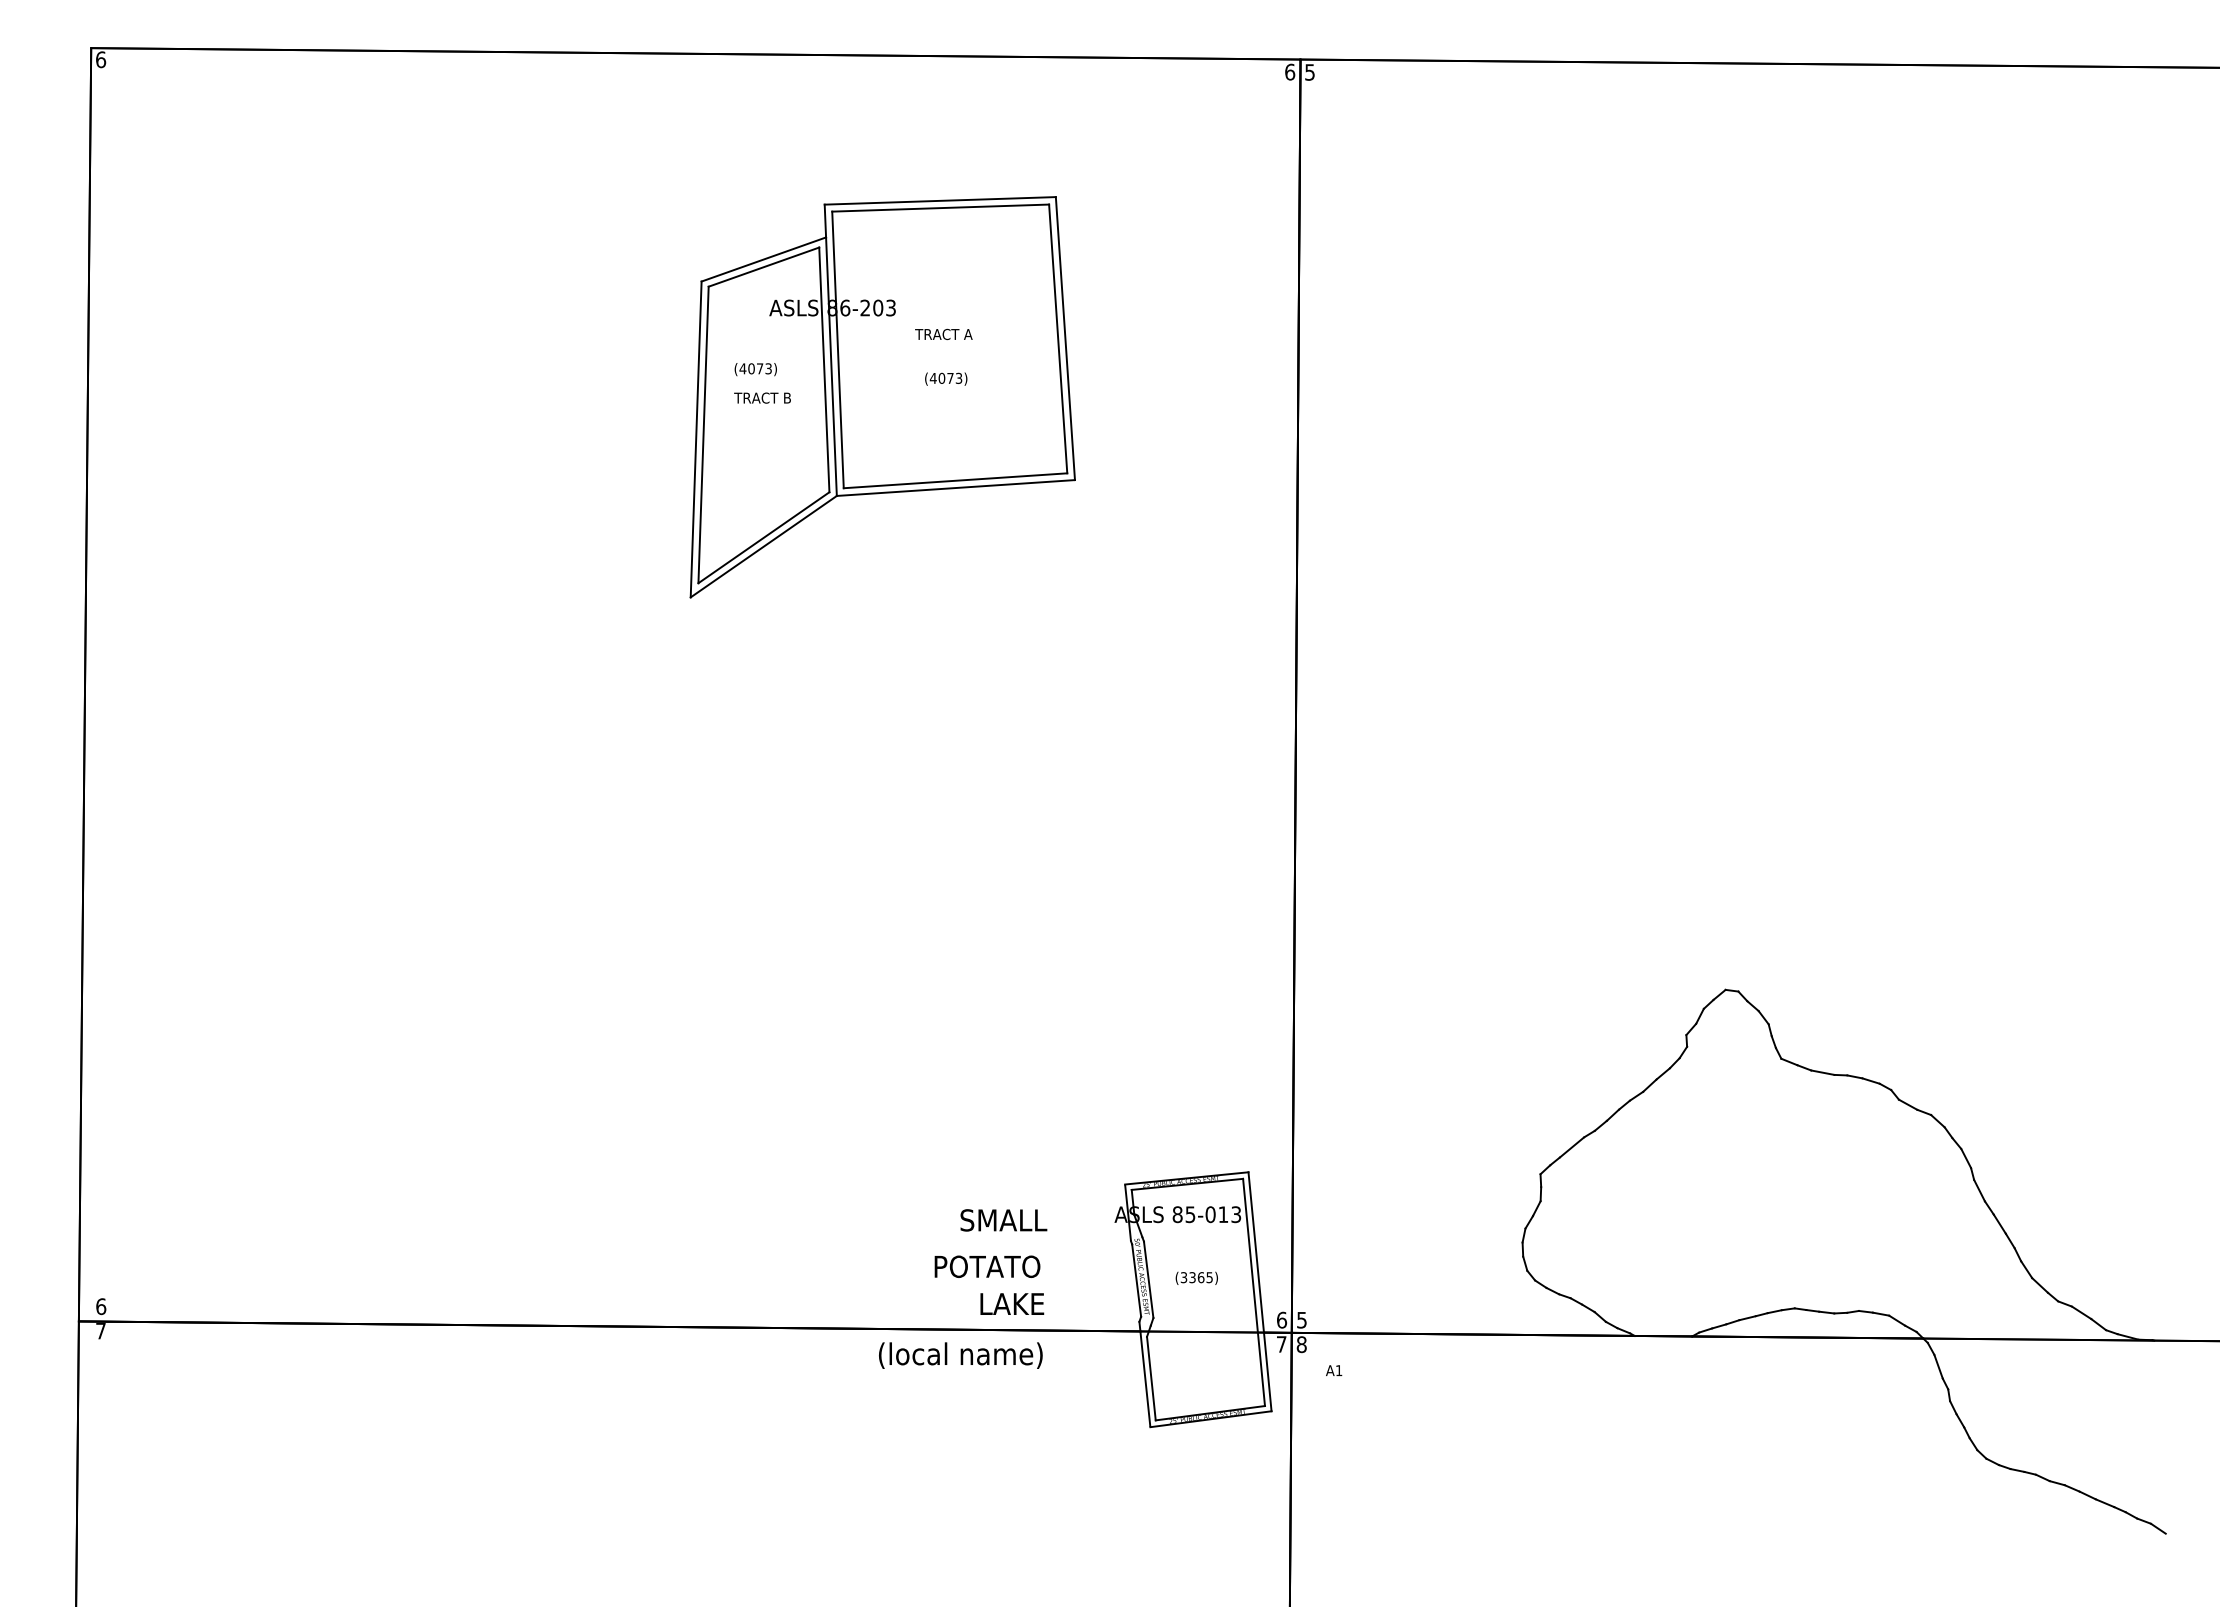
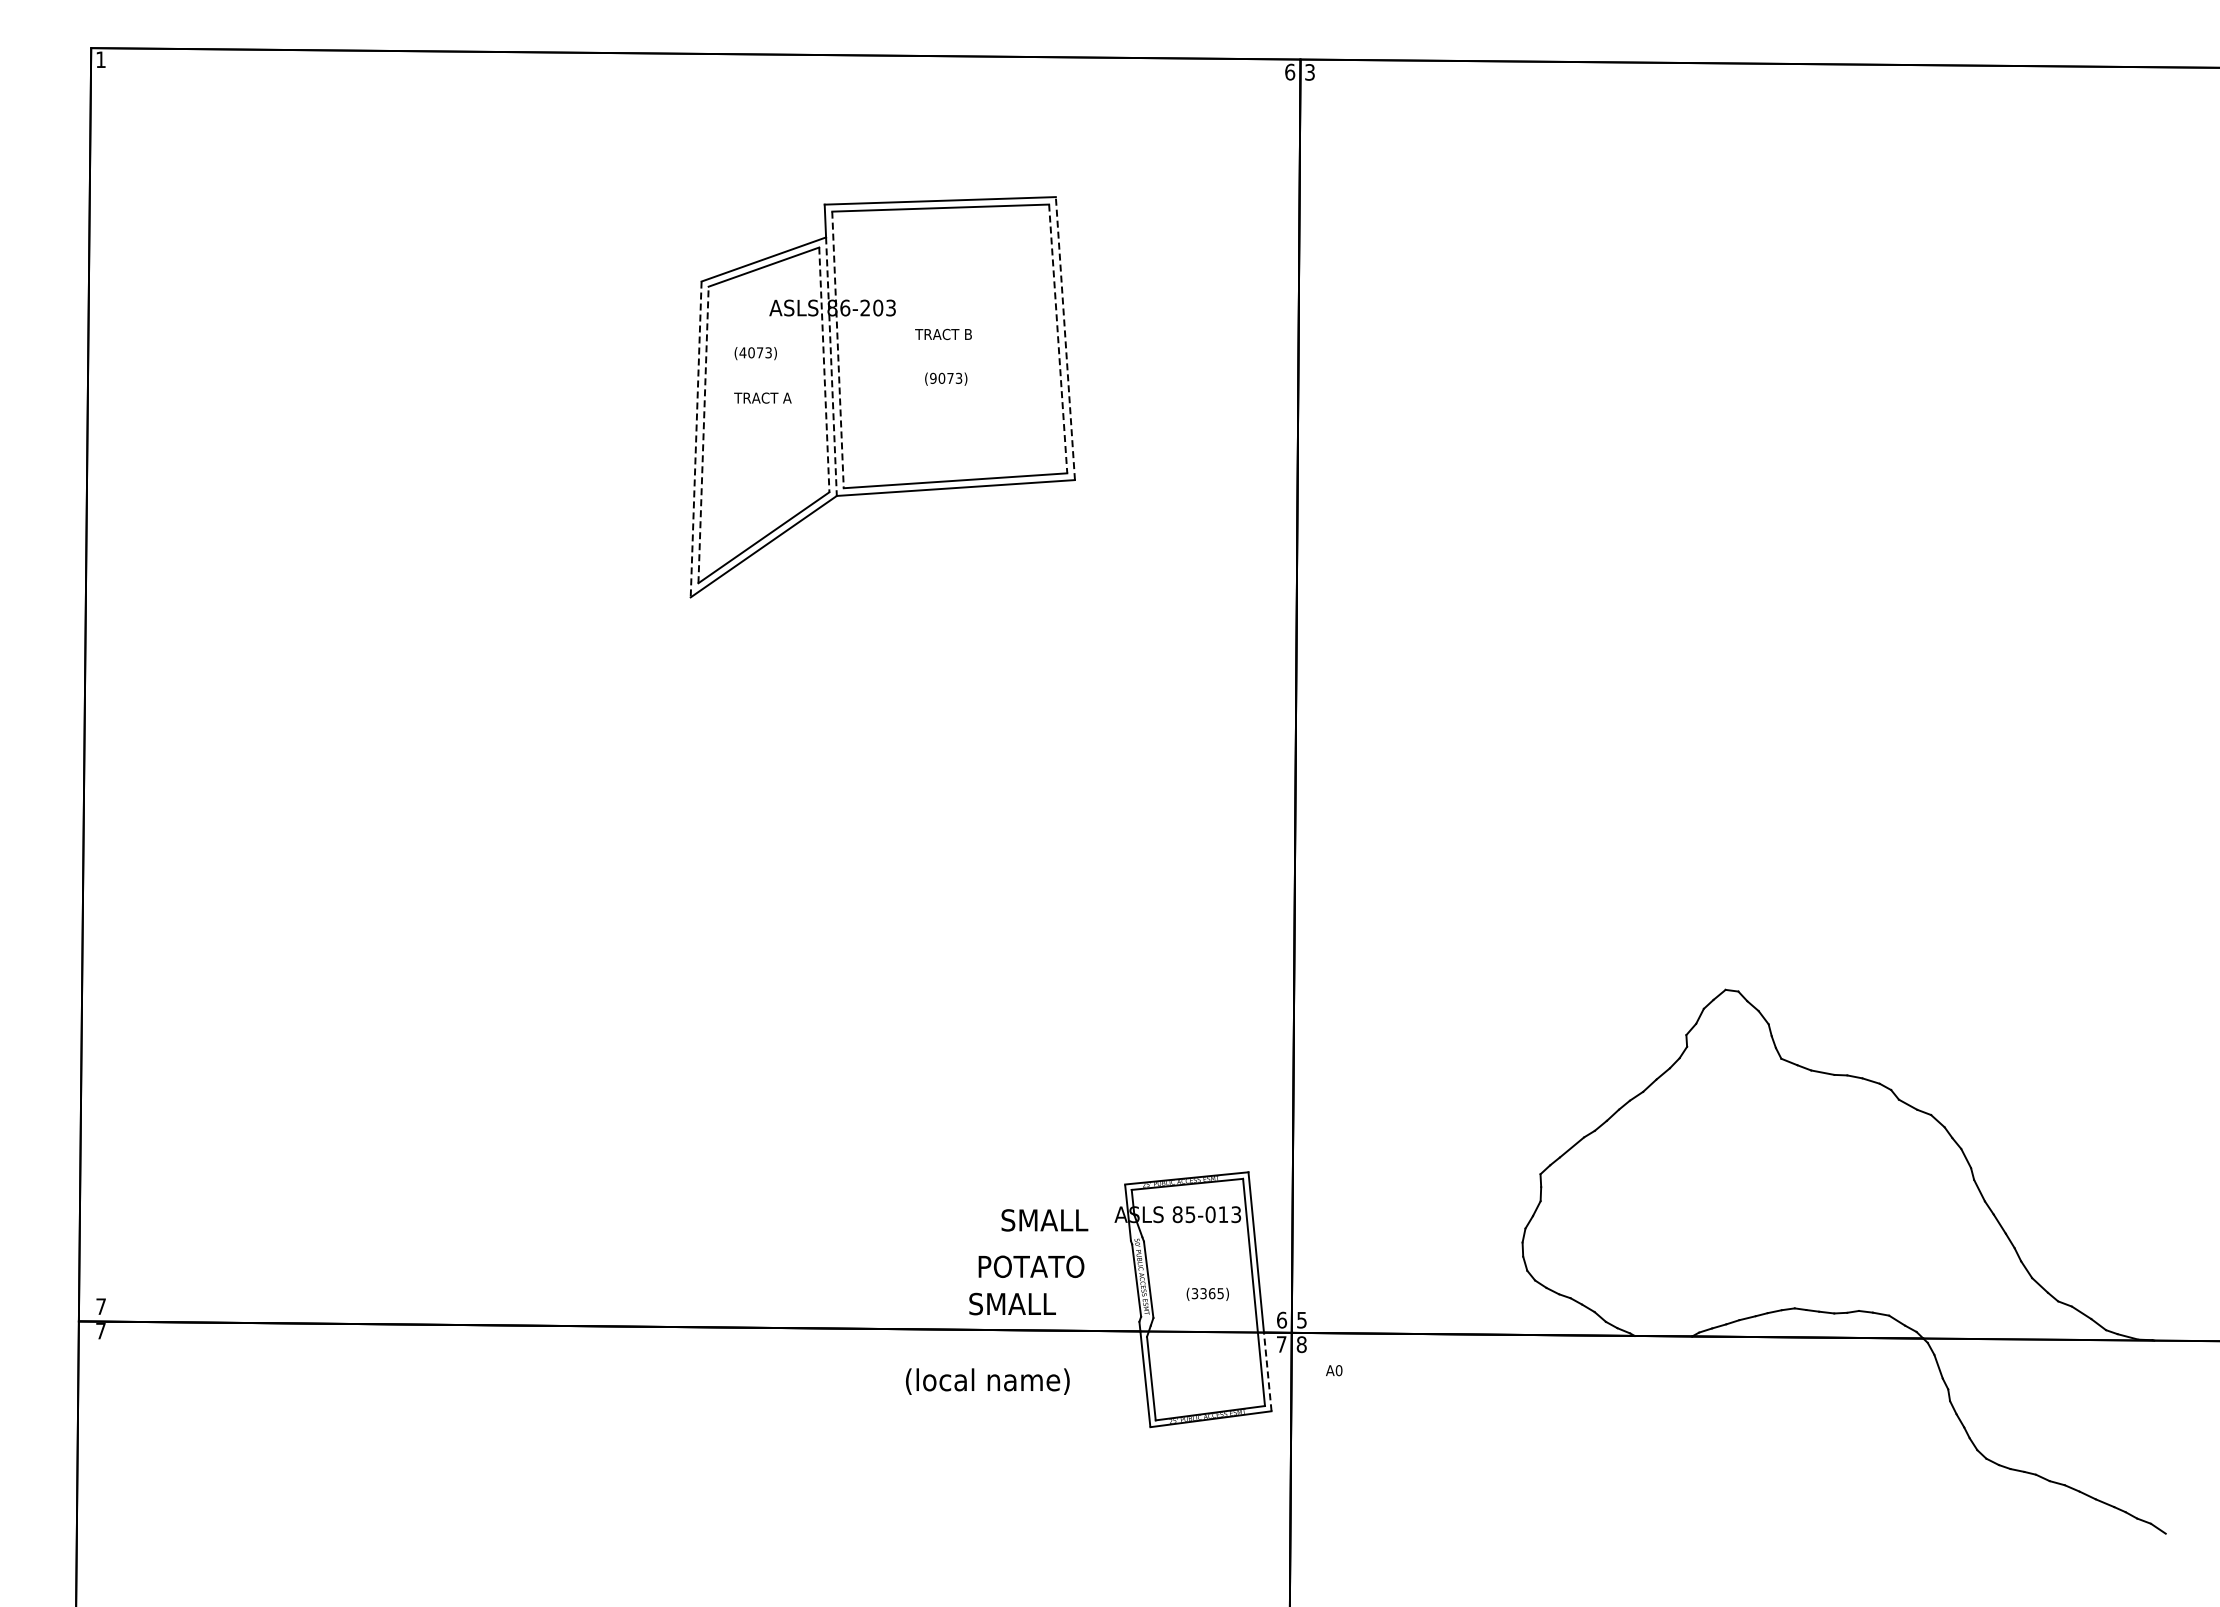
text at (101, 59): 6 -> 1
text at (1309, 71): 5 -> 3
text at (968, 334): TRACT A -> TRACT B
line at (1058, 338): solid -> dashed
line at (1065, 338): solid -> dashed
line at (838, 350): solid -> dashed
line at (831, 367): solid -> dashed
text at (755, 369) position: (755, 369) -> (755, 353)
line at (824, 370): solid -> dashed
text at (932, 377): (4073) -> (9073)
text at (787, 397): TRACT B -> TRACT A
line at (703, 434): solid -> dashed
line at (696, 439): solid -> dashed
text at (1003, 1220) position: (1003, 1220) -> (1044, 1220)
text at (987, 1266) position: (987, 1266) -> (1031, 1266)
text at (1196, 1277) position: (1196, 1277) -> (1207, 1293)
text at (1012, 1303): LAKE -> SMALL
text at (101, 1306): 6 -> 7
text at (960, 1355) position: (960, 1355) -> (987, 1381)
text at (1338, 1370): A1 -> A0
line at (1267, 1371): solid -> dashed
